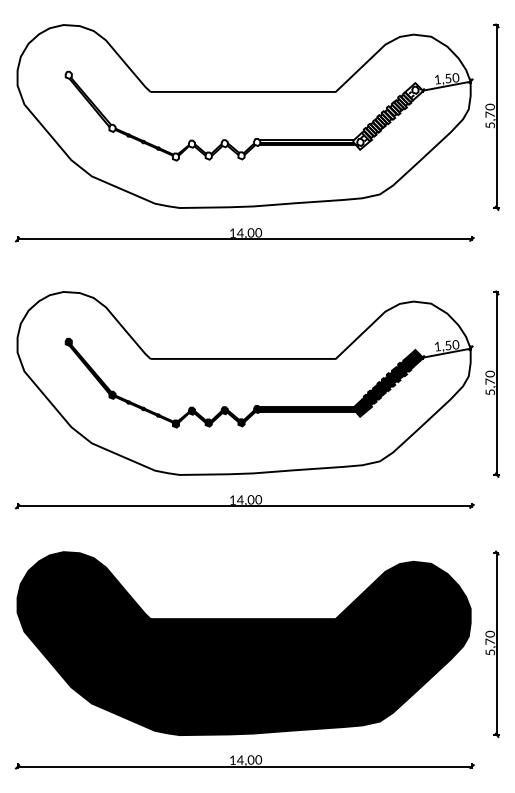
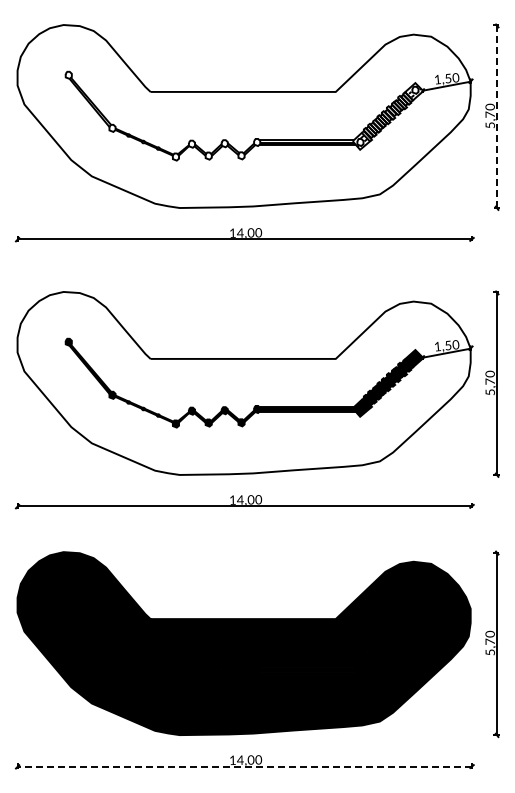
line at (496, 123): solid -> dashed
line at (238, 766): solid -> dashed
